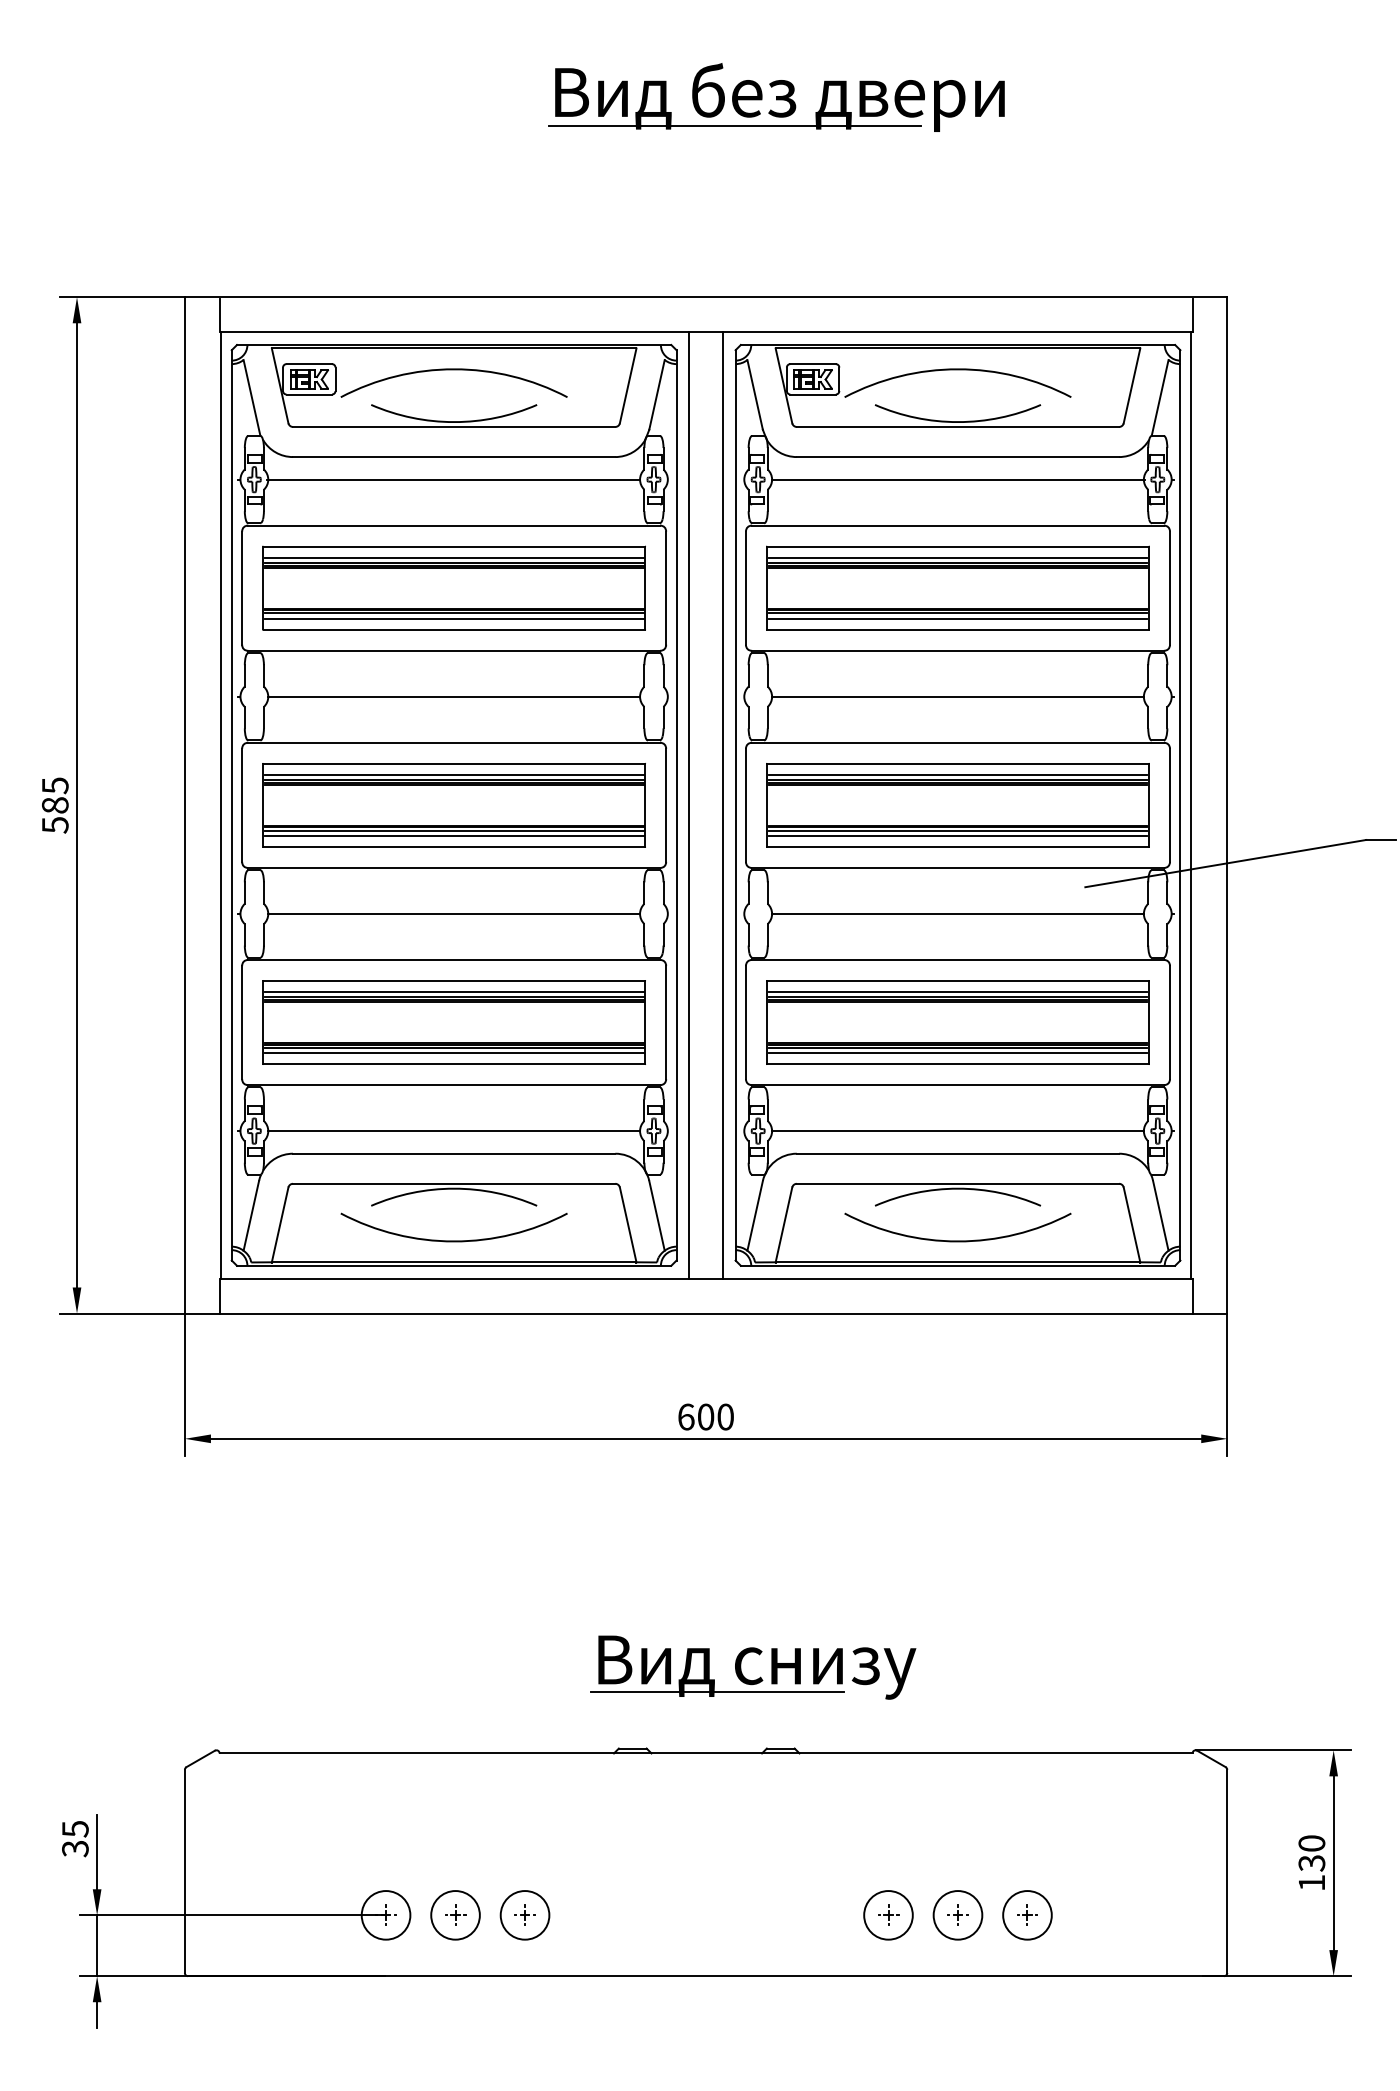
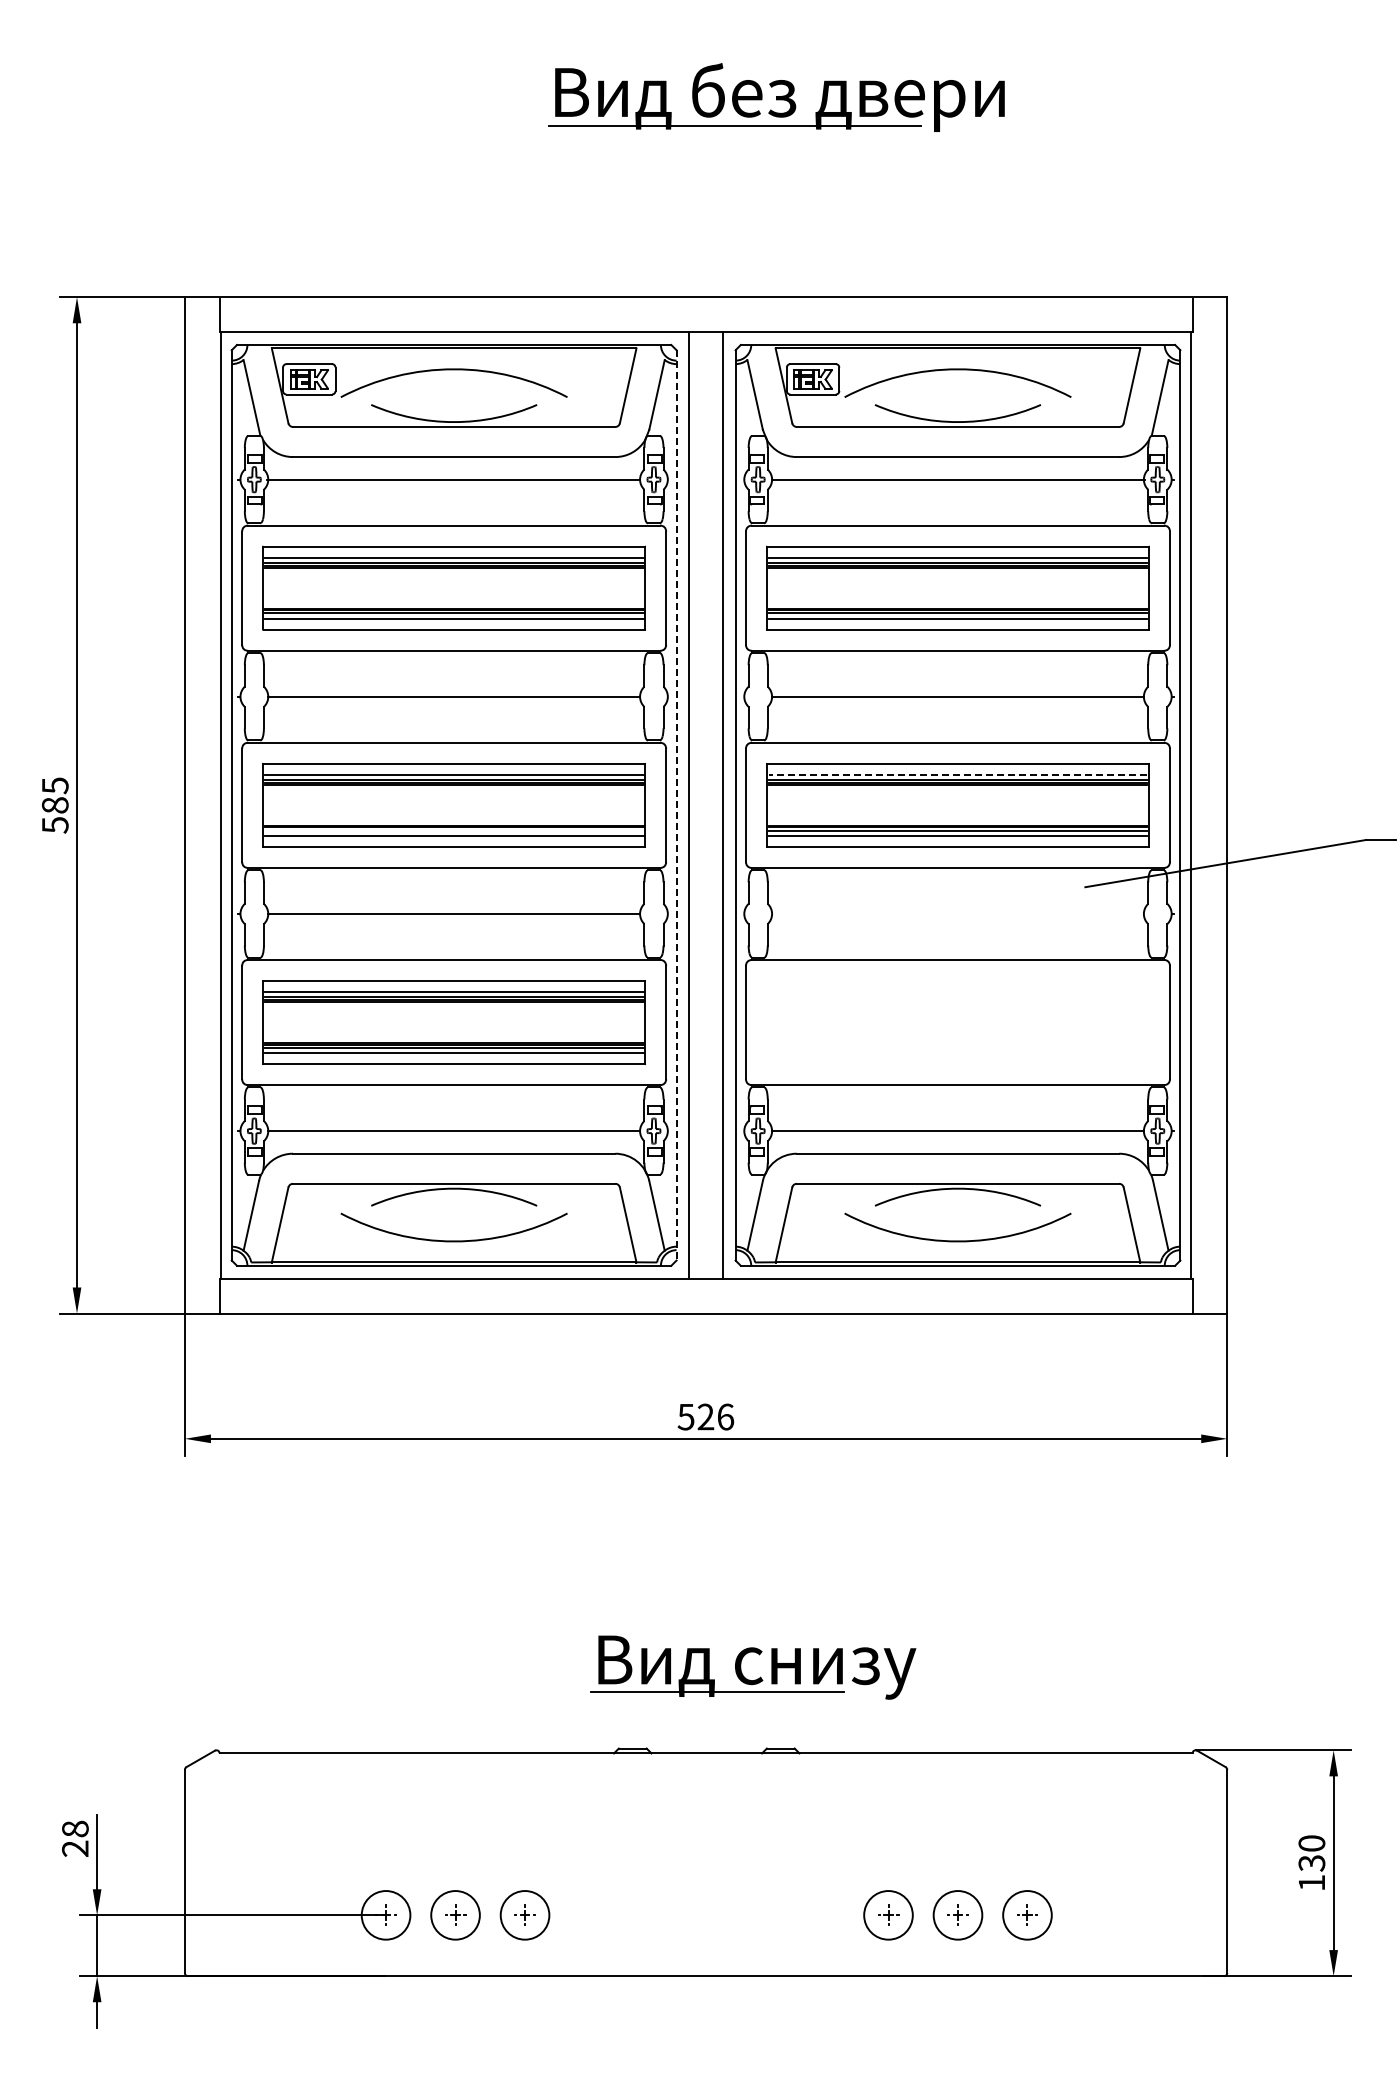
line at (957, 774): solid -> dashed
line at (676, 805): solid -> dashed
line at (453, 830): present -> none
line at (957, 913): present -> none
part at (957, 1022): present -> none
text at (705, 1416): 600 -> 526
text at (75, 1838): 35 -> 28
